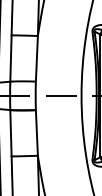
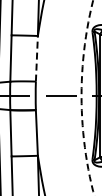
line at (36, 58): solid -> dashed
arc at (81, 97): solid -> dashed
